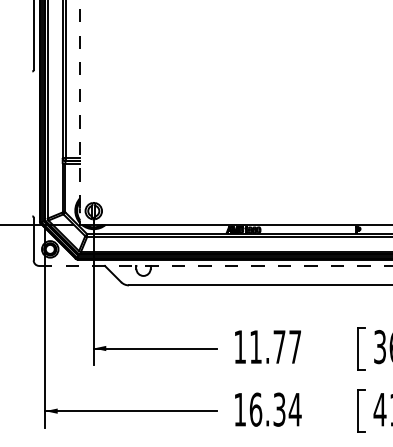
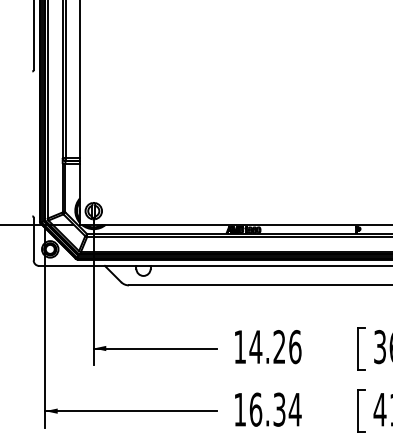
line at (80, 113): dashed -> solid
line at (216, 265): dashed -> solid
text at (275, 347): 11.77 -> 14.26
